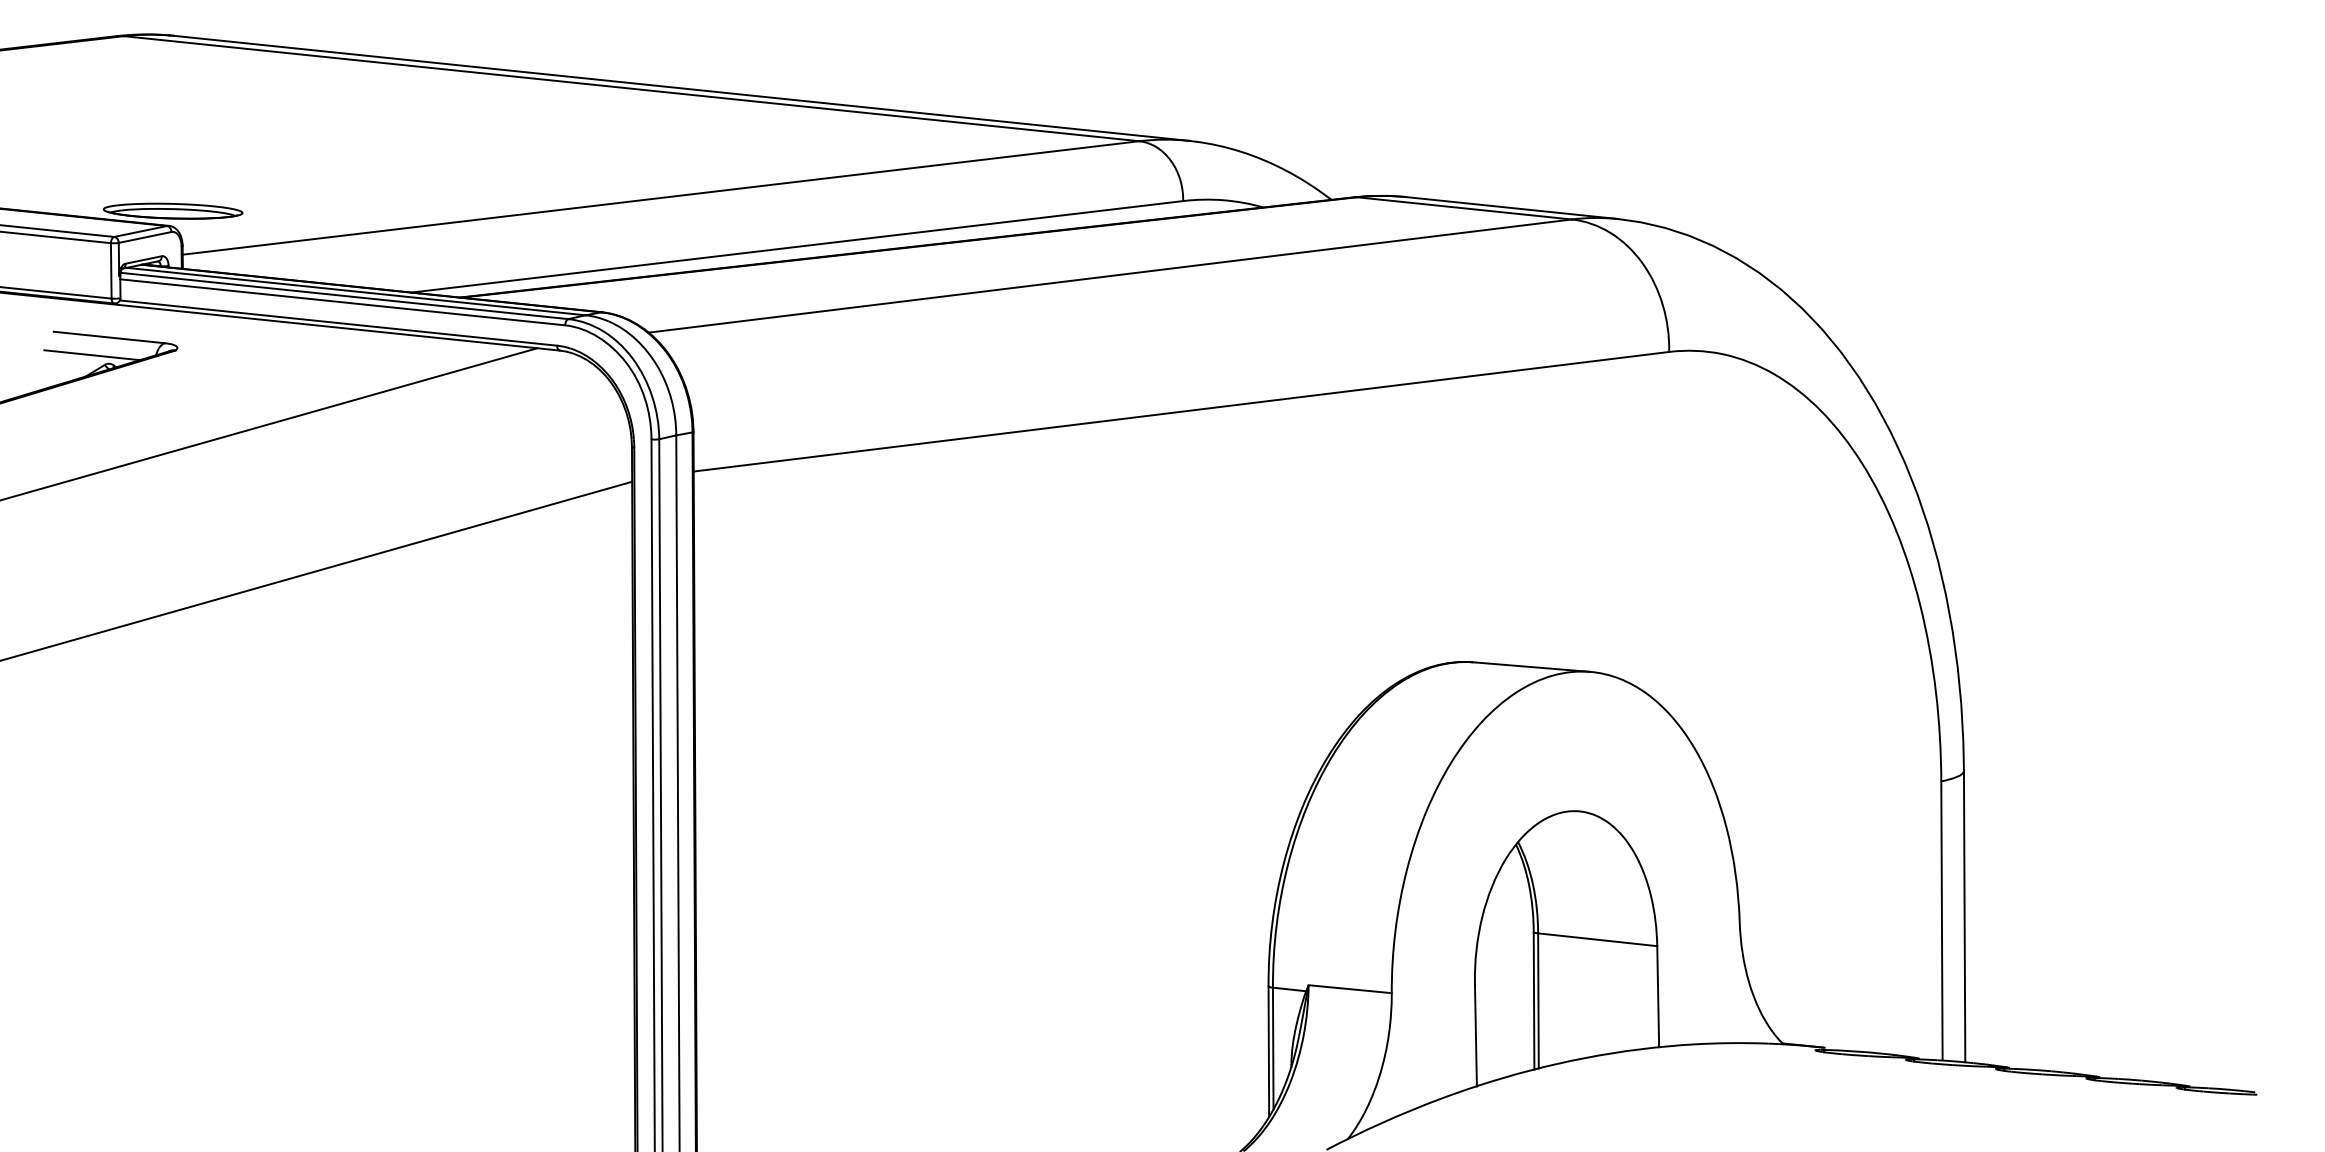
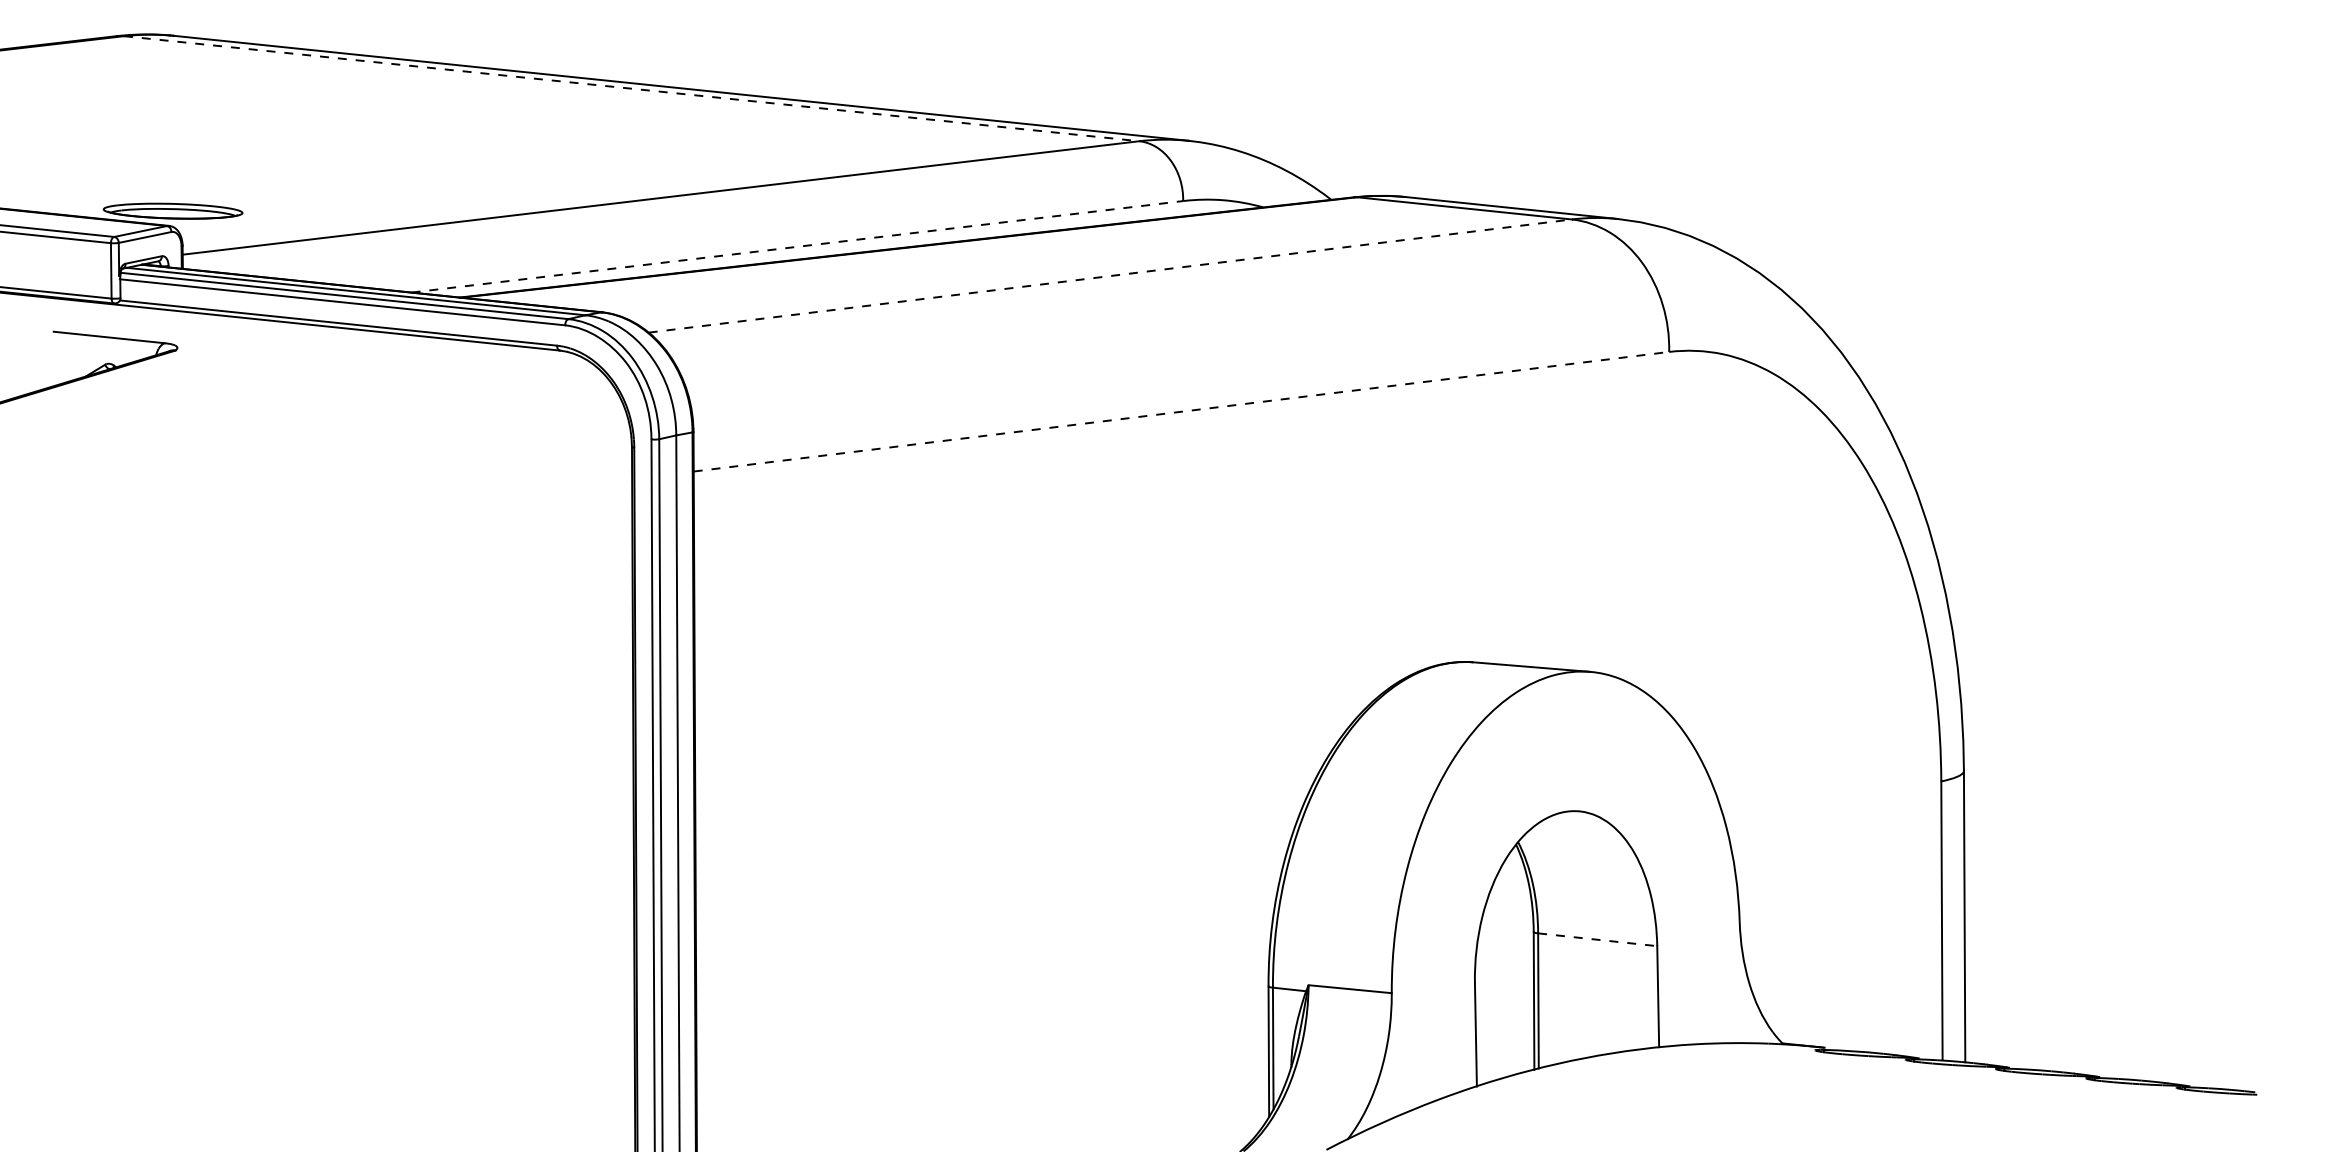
line at (632, 88): solid -> dashed
line at (797, 246): solid -> dashed
line at (1110, 276): solid -> dashed
line at (91, 355): present -> none
line at (1181, 411): solid -> dashed
line at (269, 423): present -> none
line at (317, 570): present -> none
line at (1597, 939): solid -> dashed
